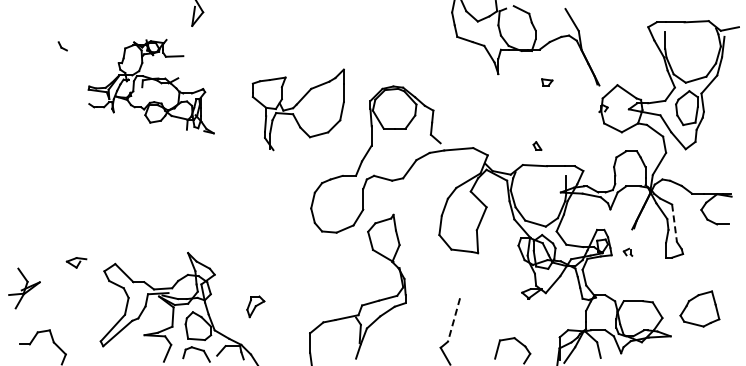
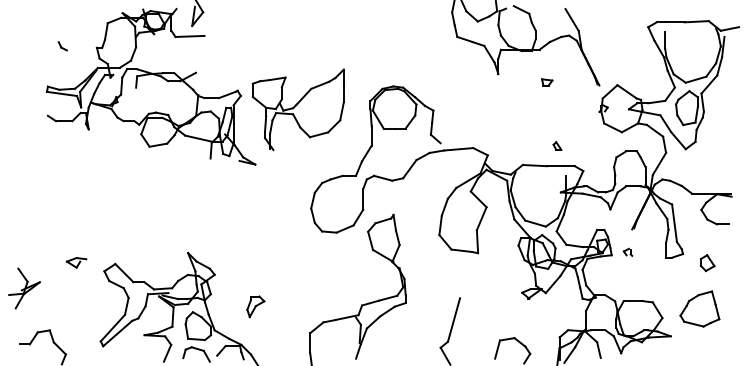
part at (150, 86) size: 128x97 px -> 211x159 px
part at (537, 145) position: (537, 145) -> (557, 145)
line at (674, 223): dashed -> solid
part at (707, 263): none -> present
line at (454, 320): dashed -> solid
